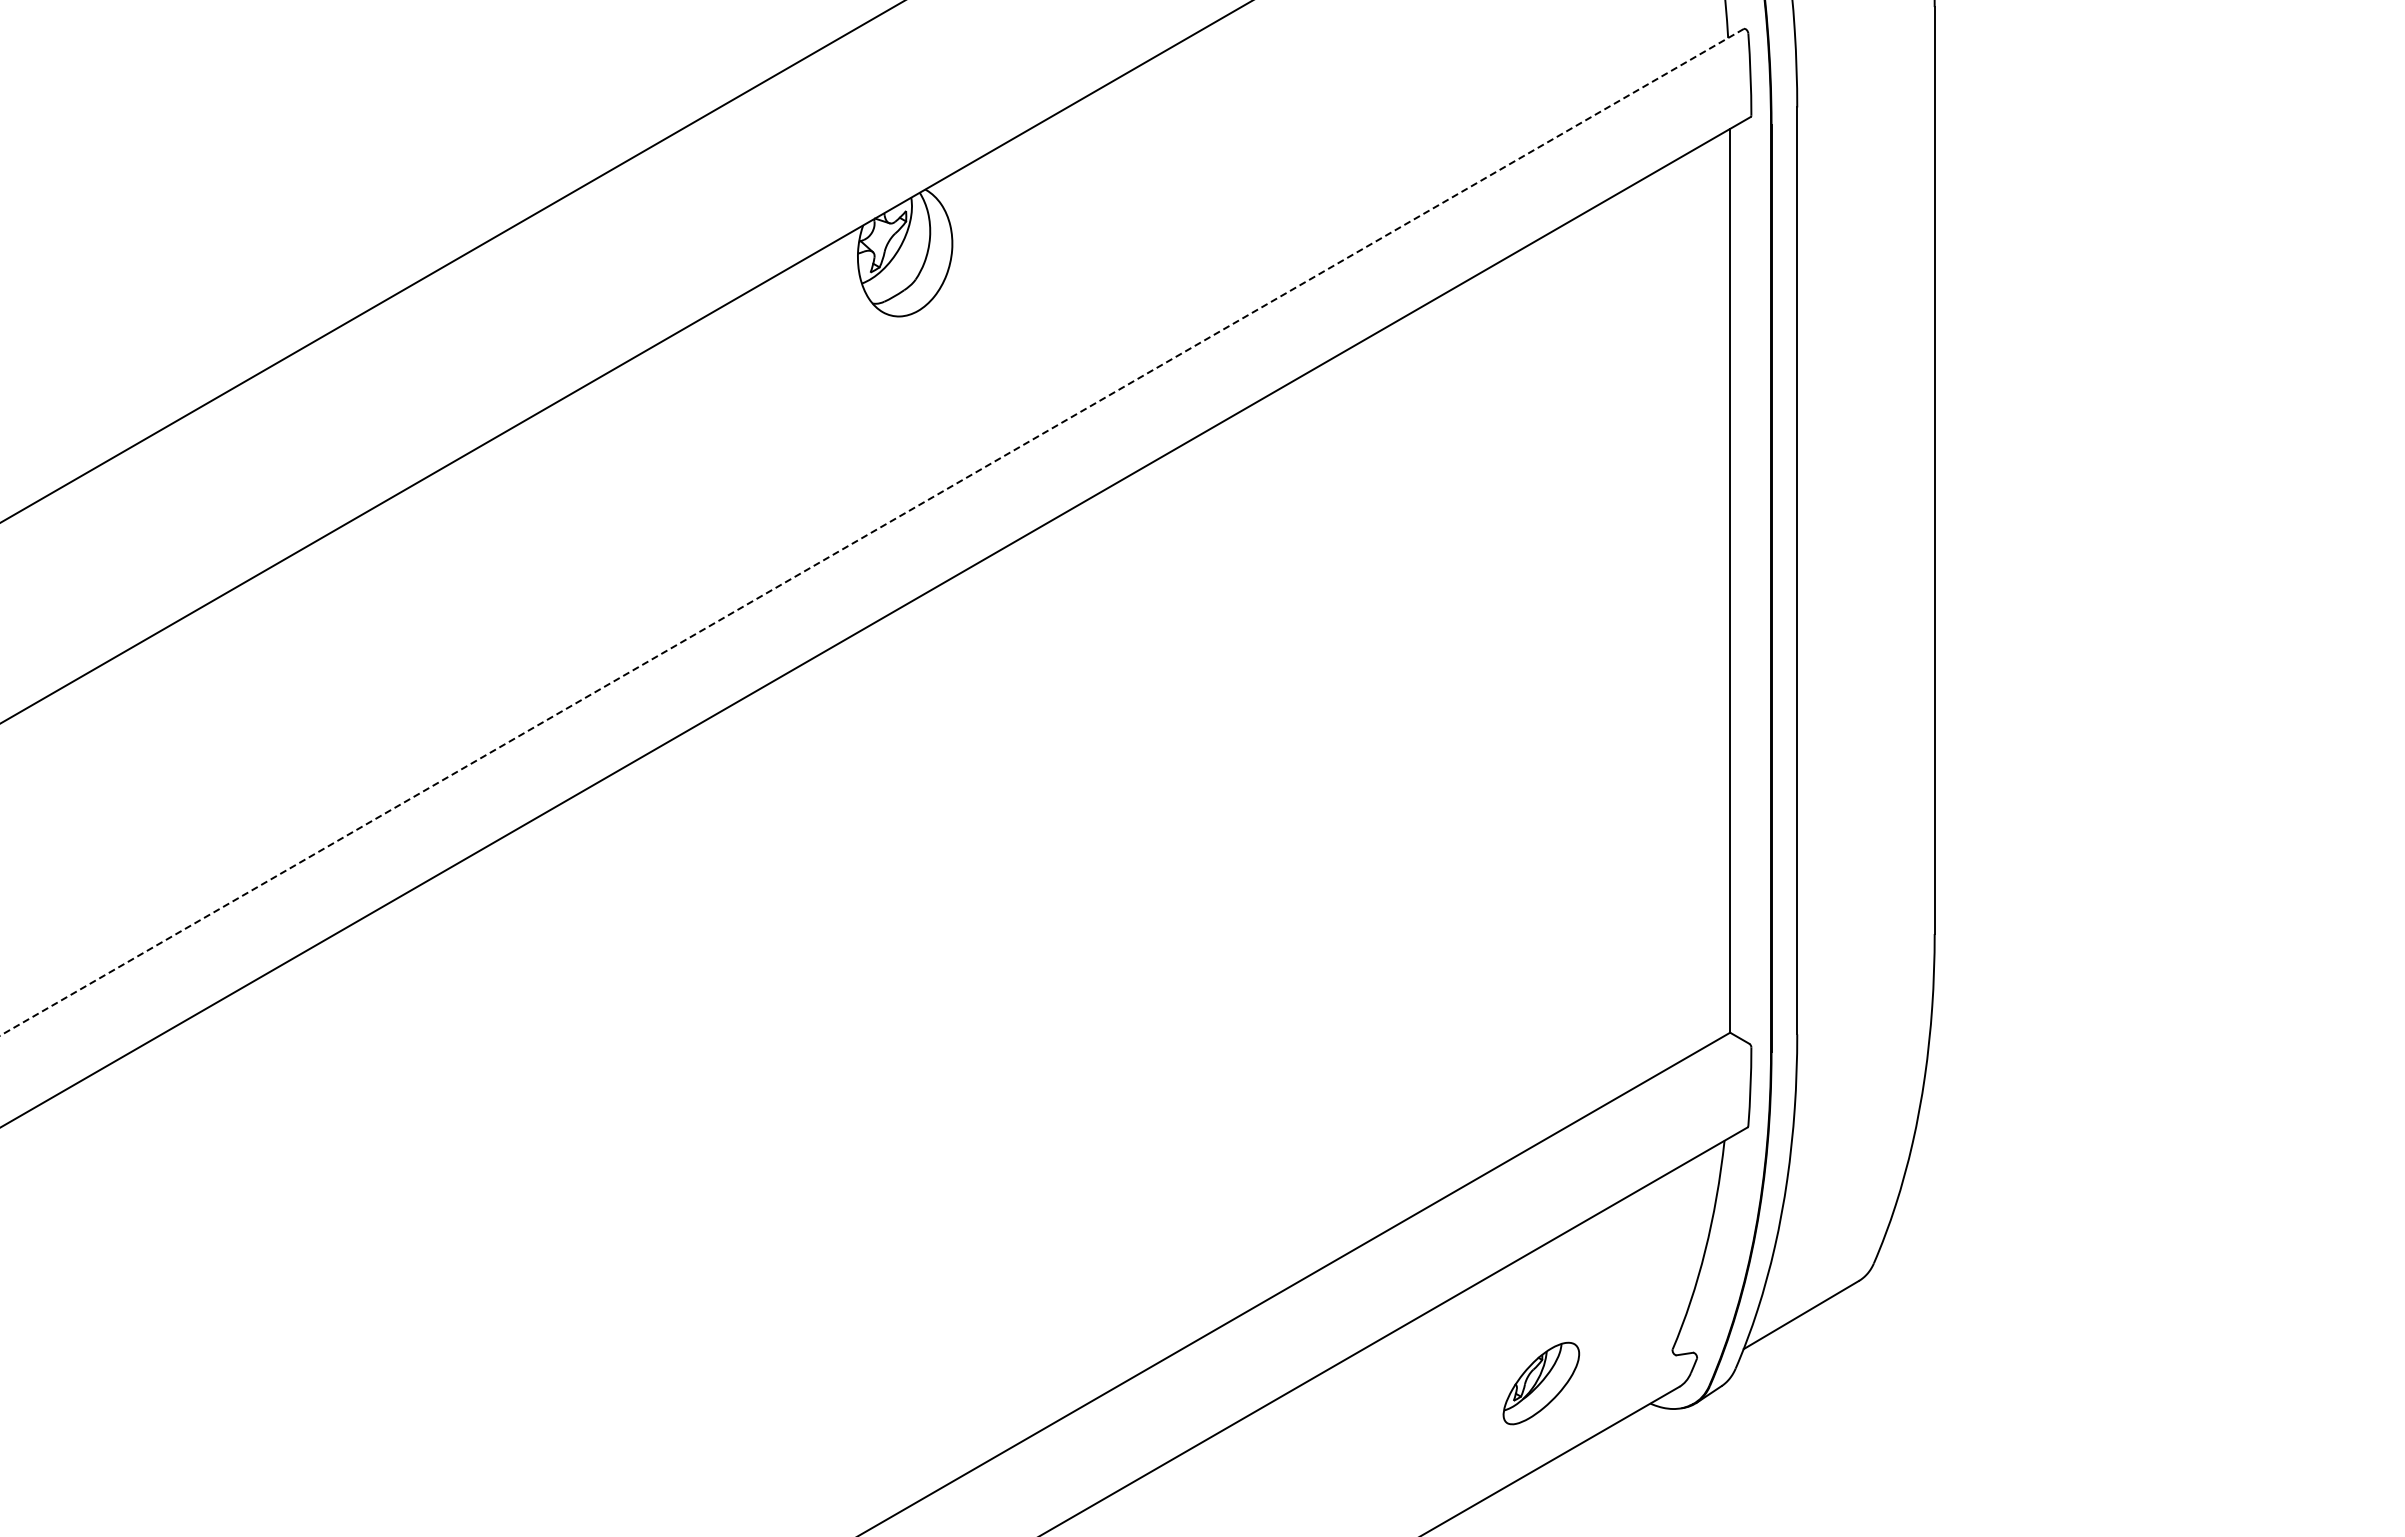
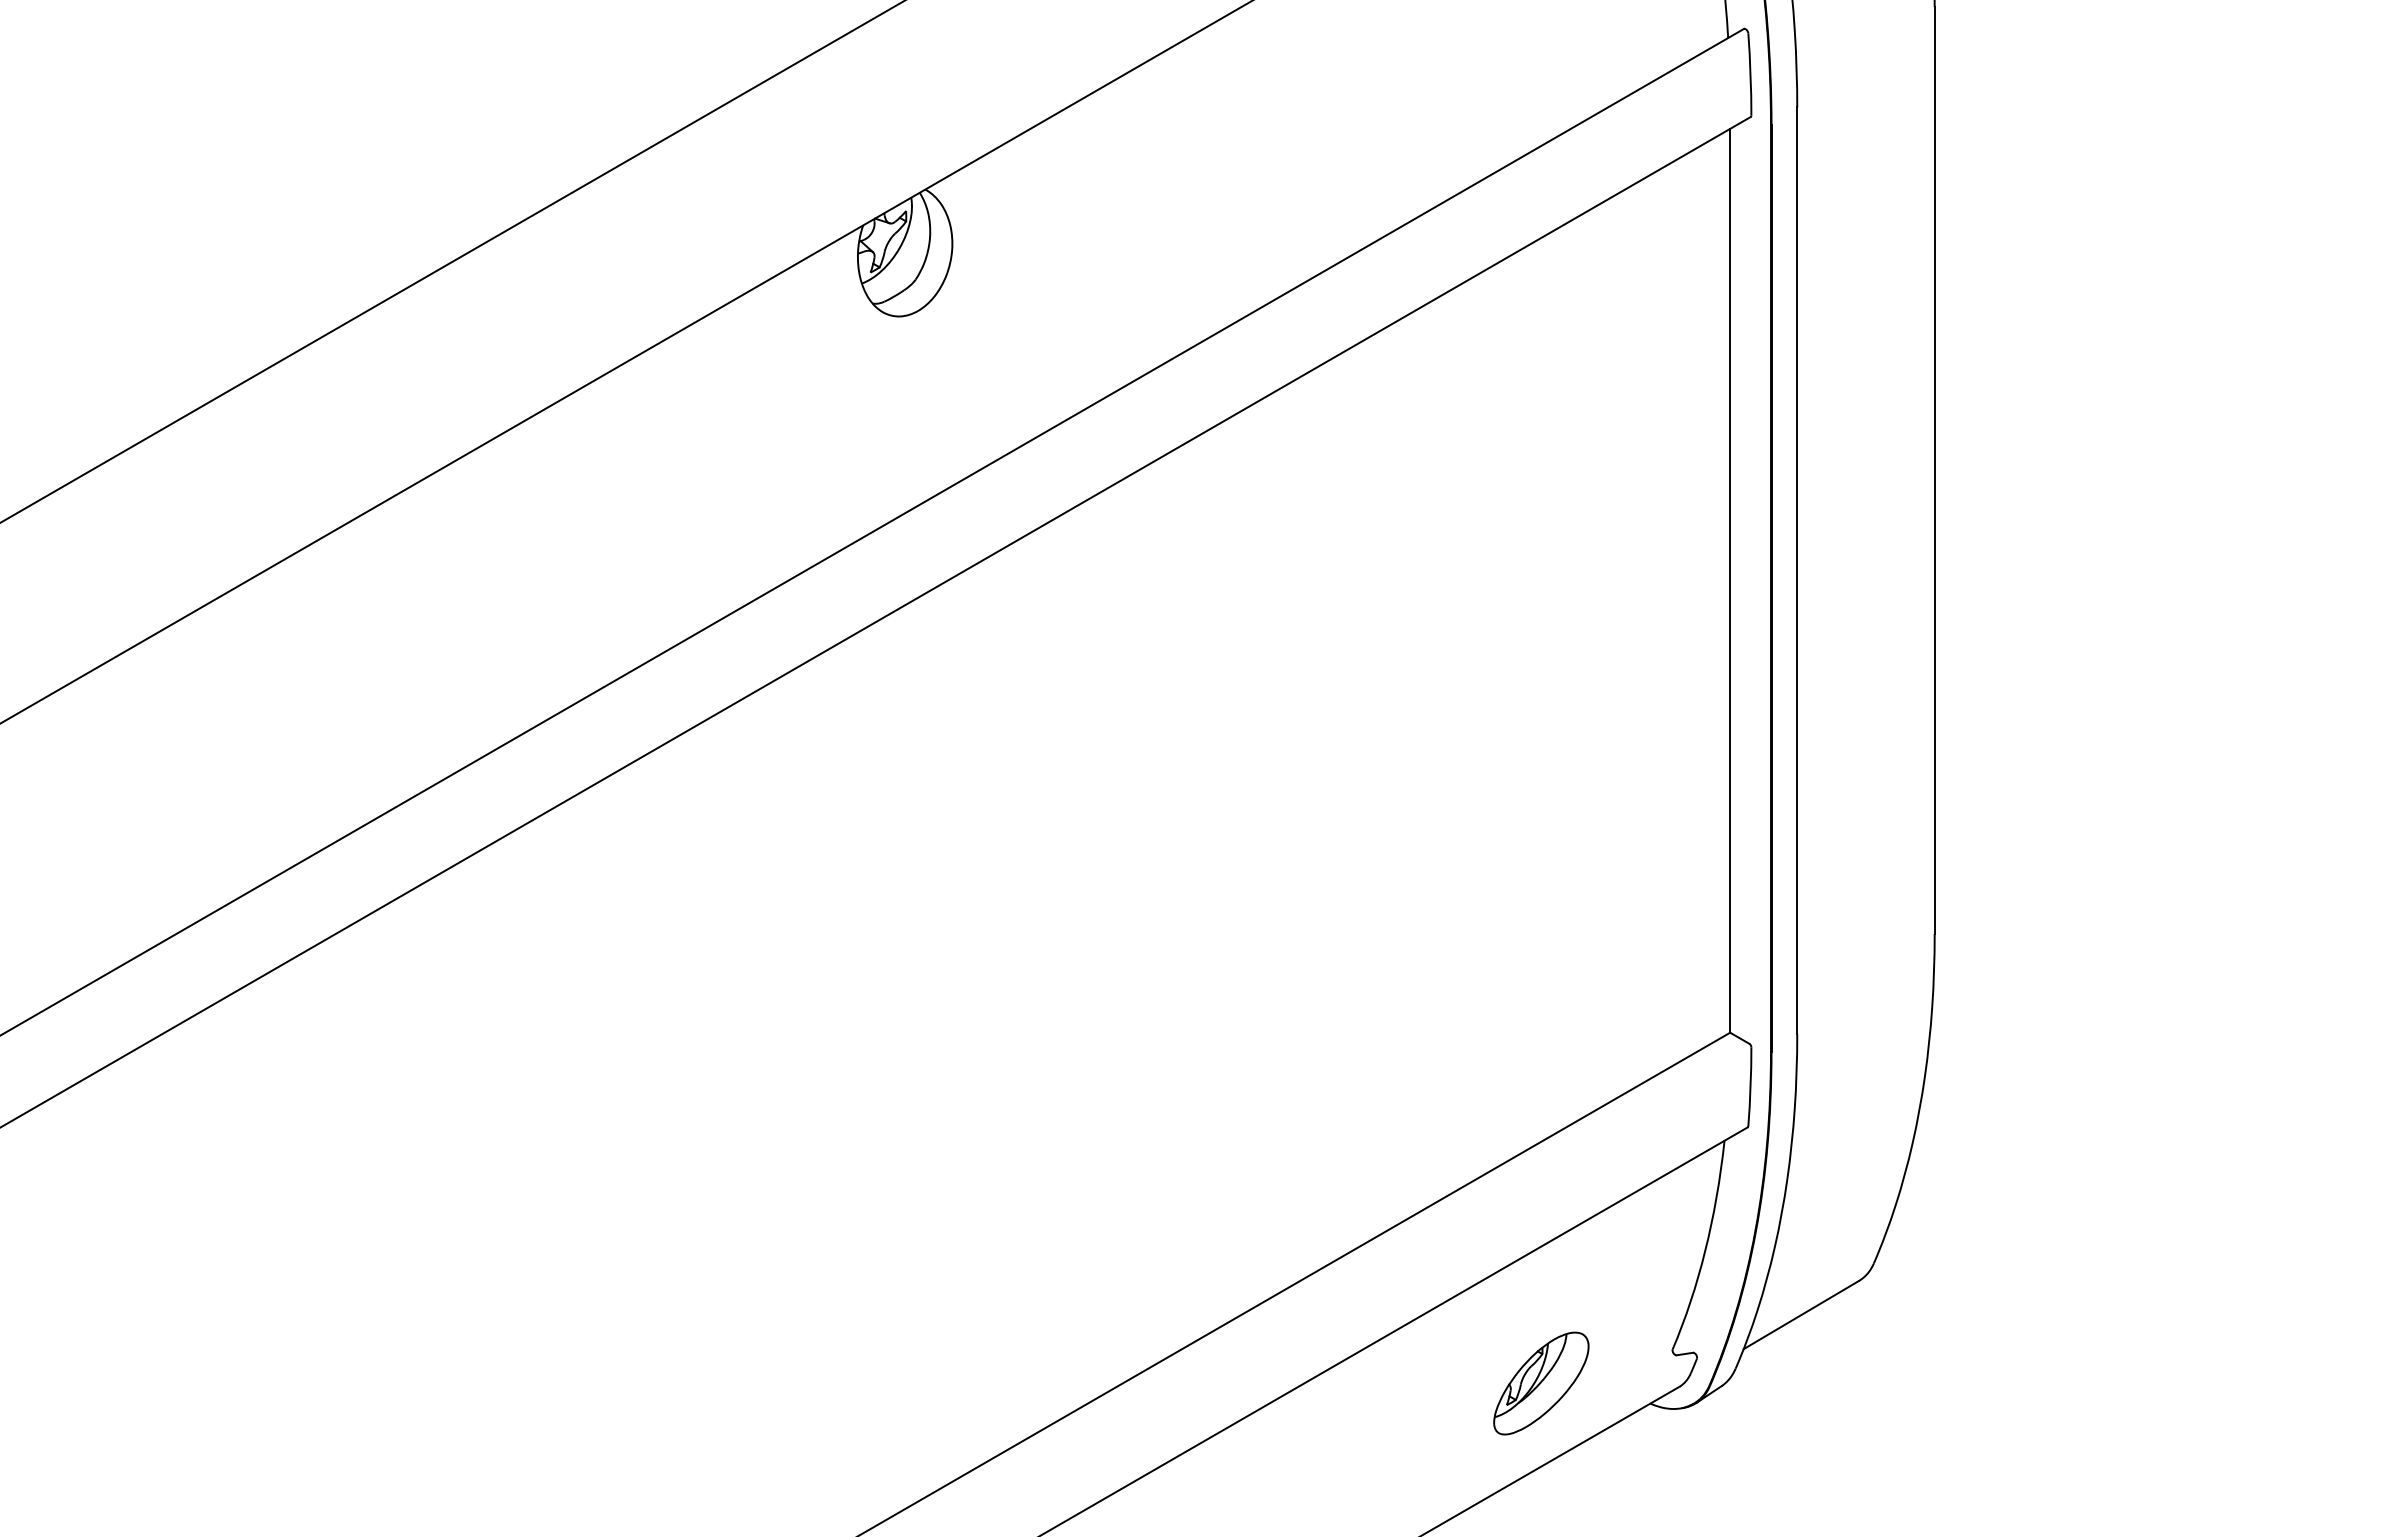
line at (871, 532): dashed -> solid
part at (1541, 1383) size: 79x85 px -> 97x105 px
